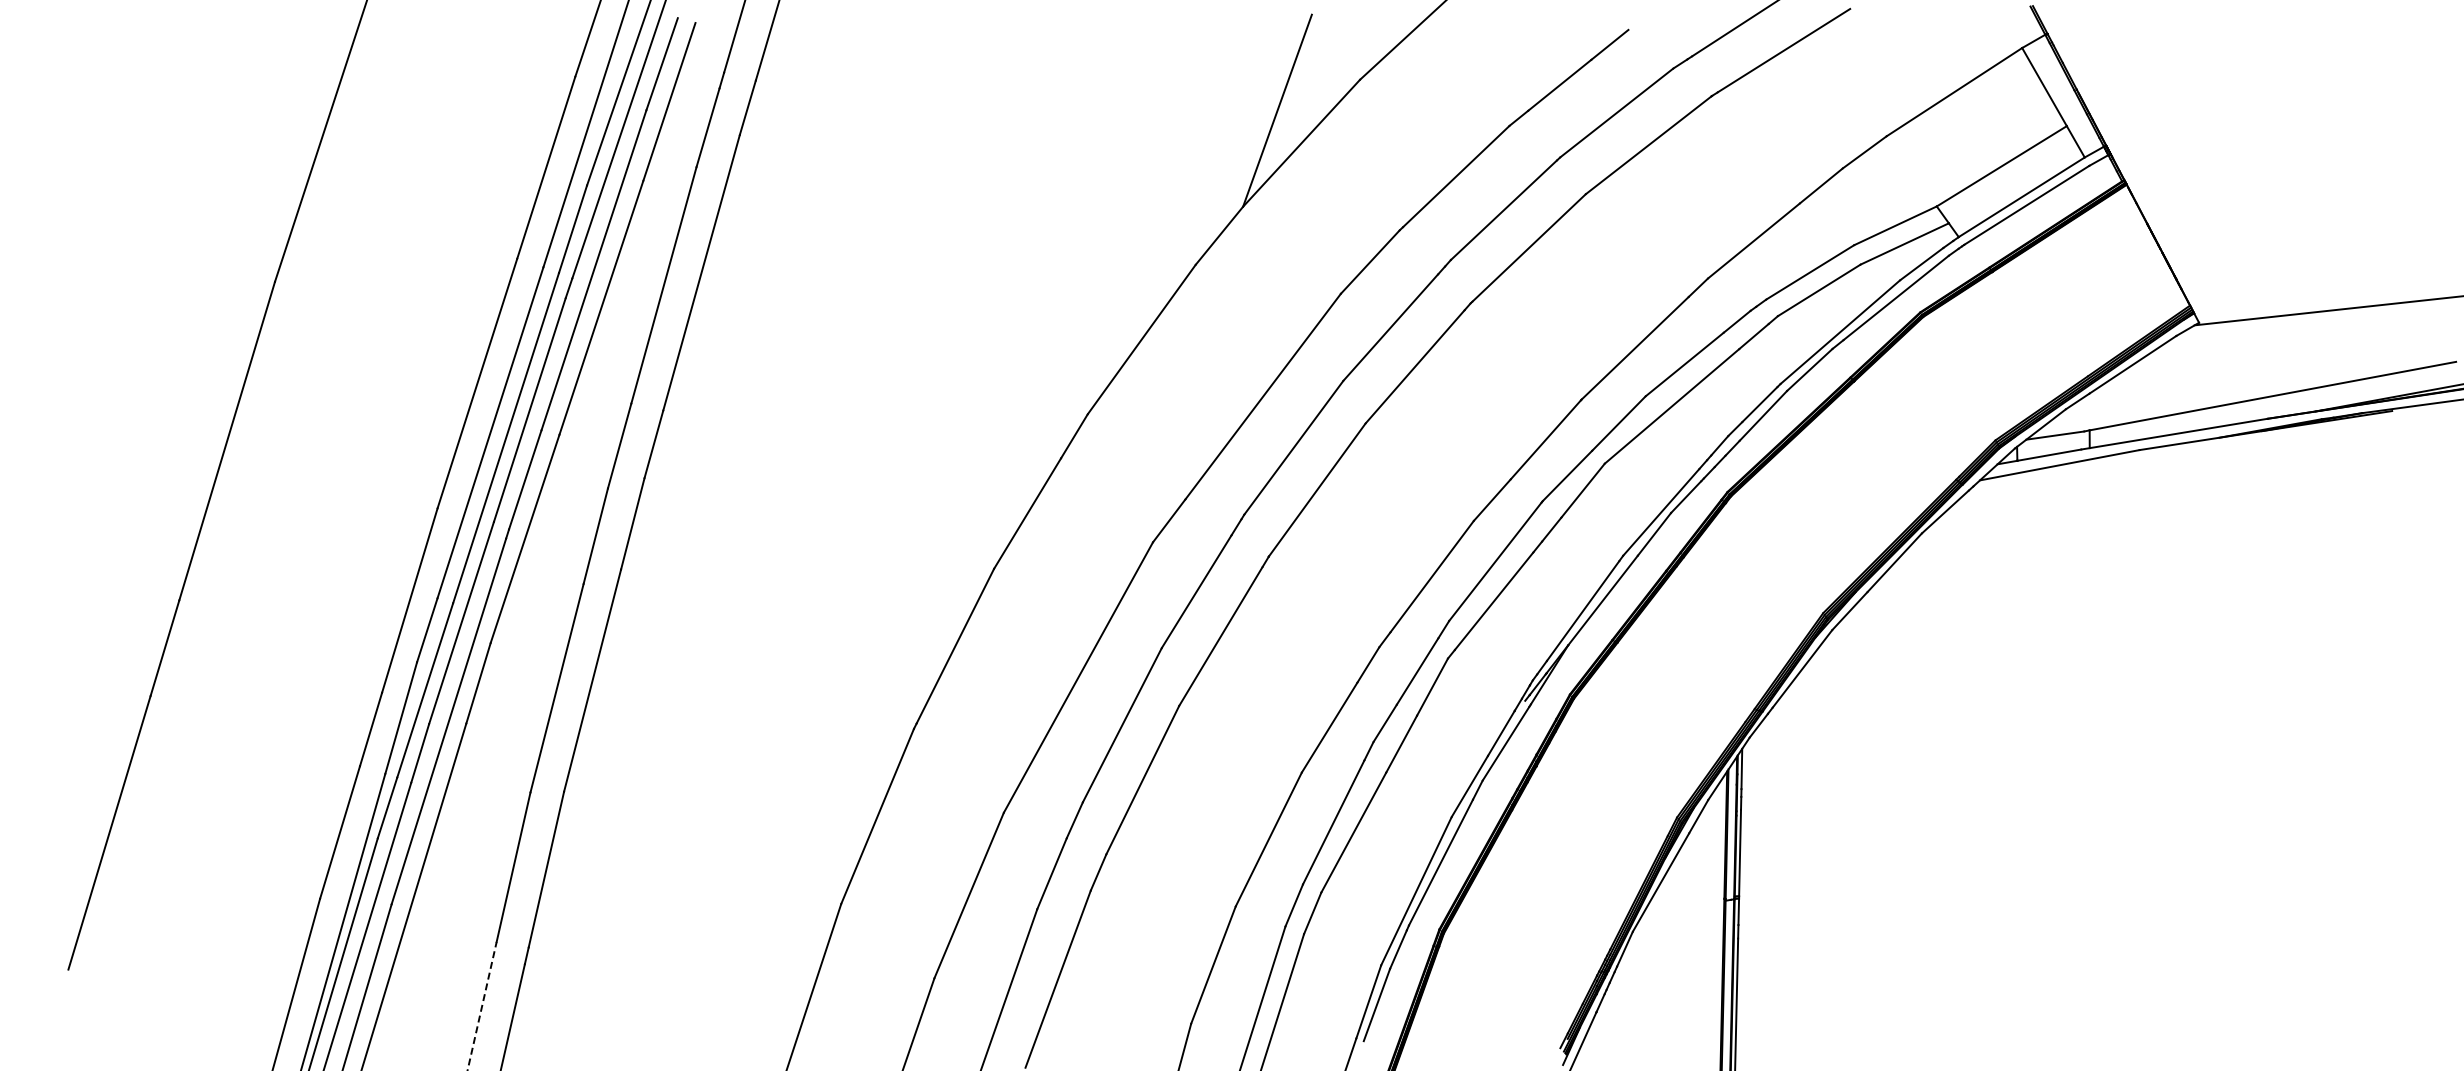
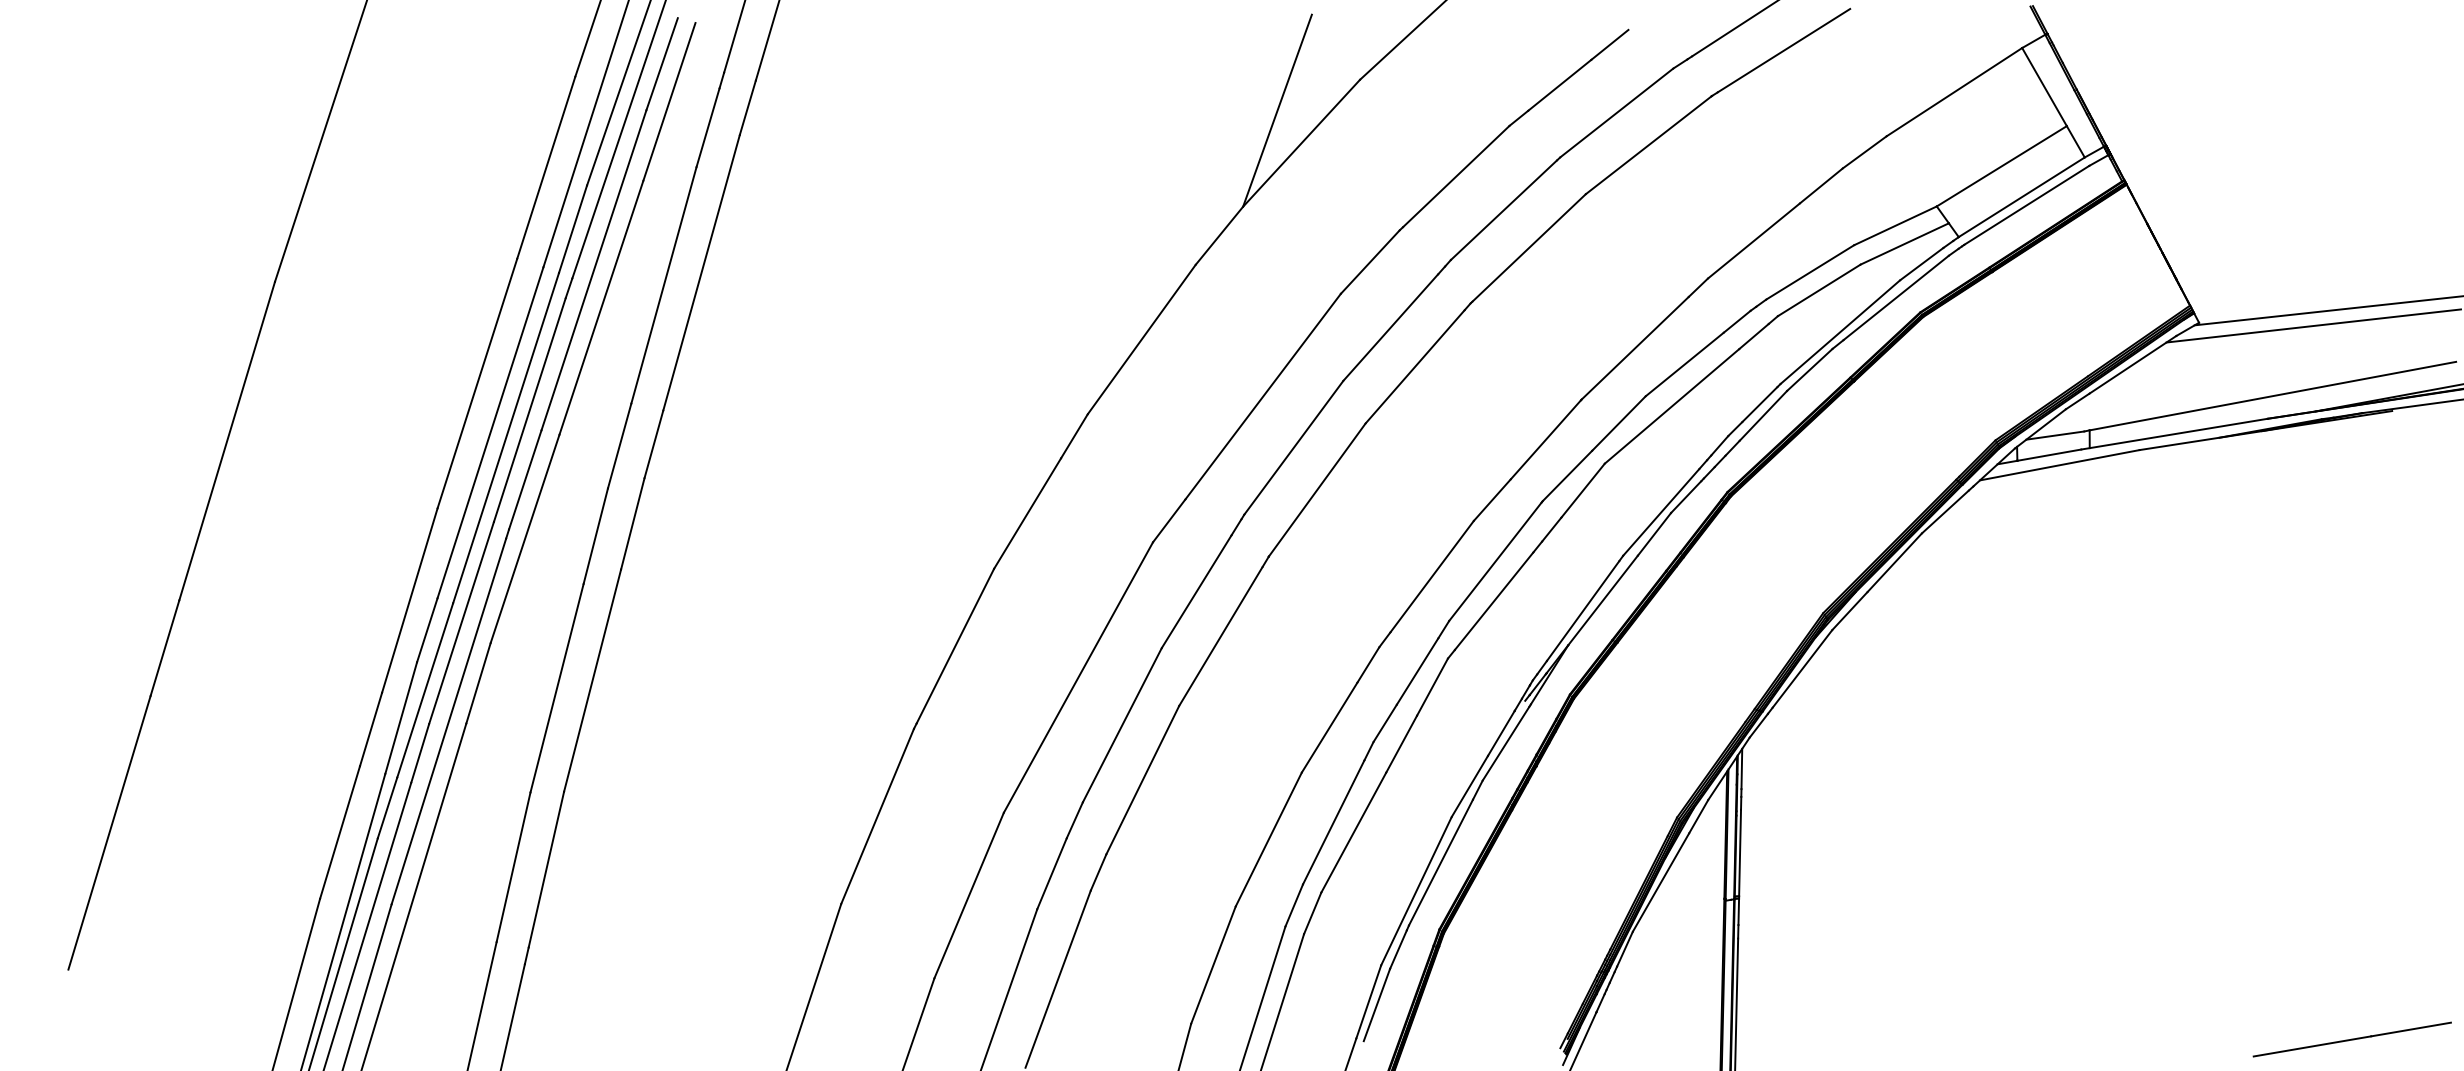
line at (2313, 325): none -> present
line at (482, 1006): dashed -> solid
line at (2351, 1039): none -> present
